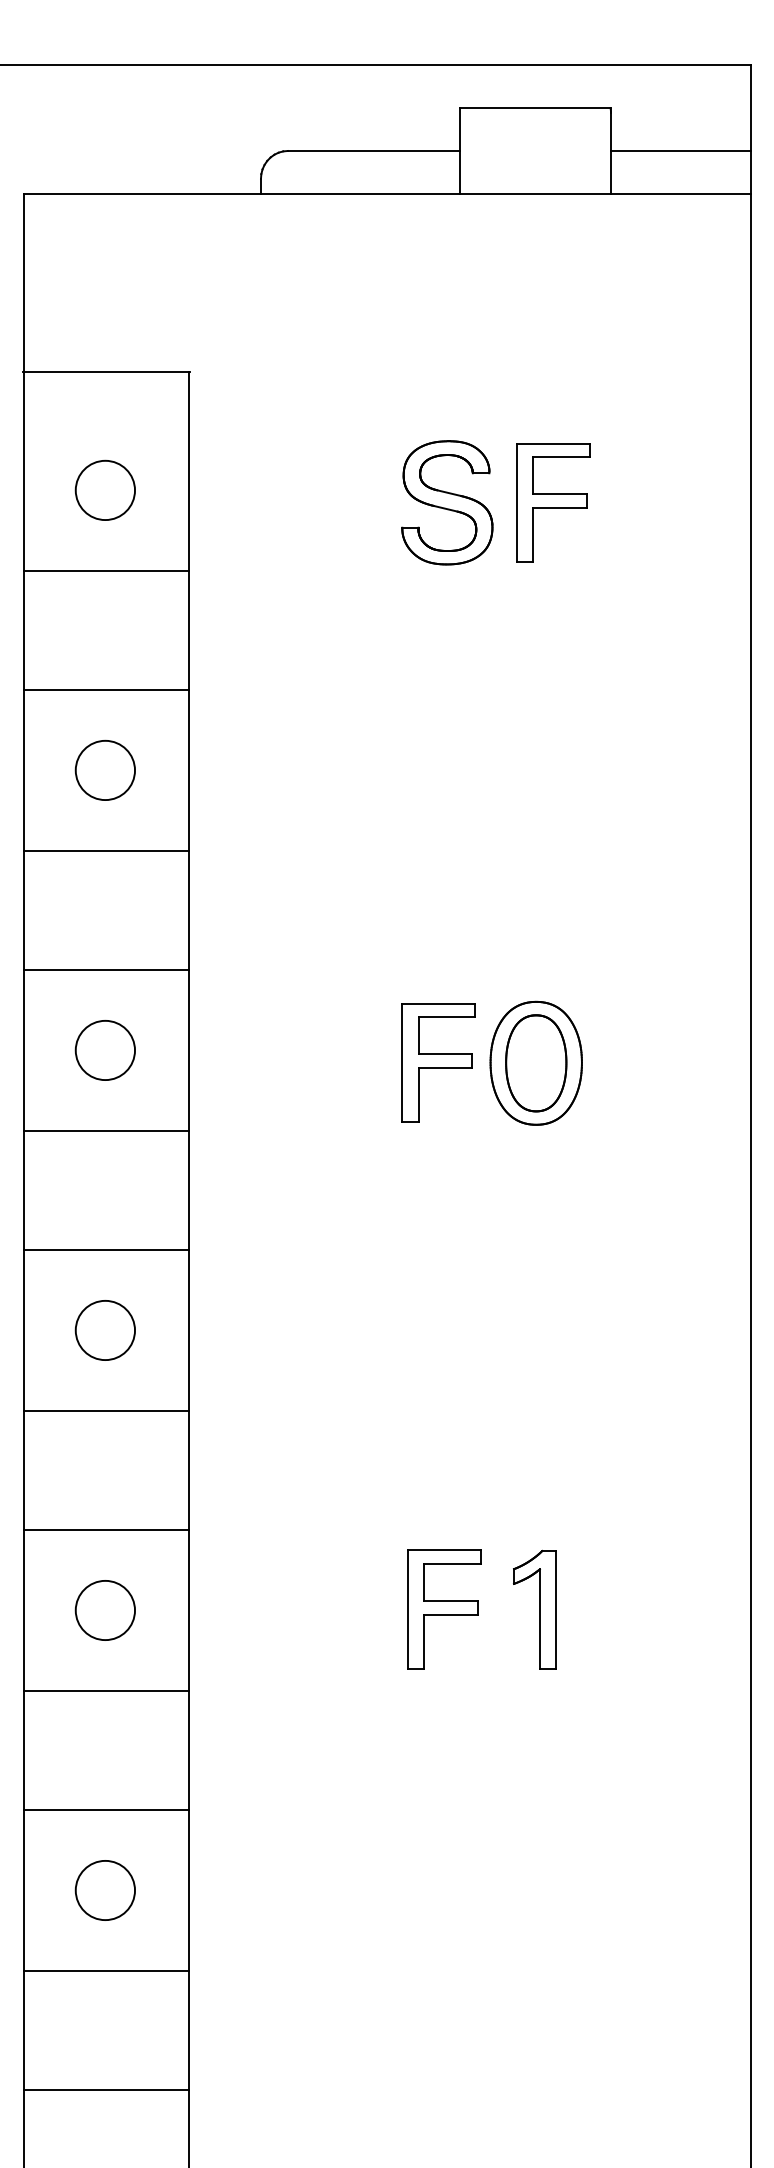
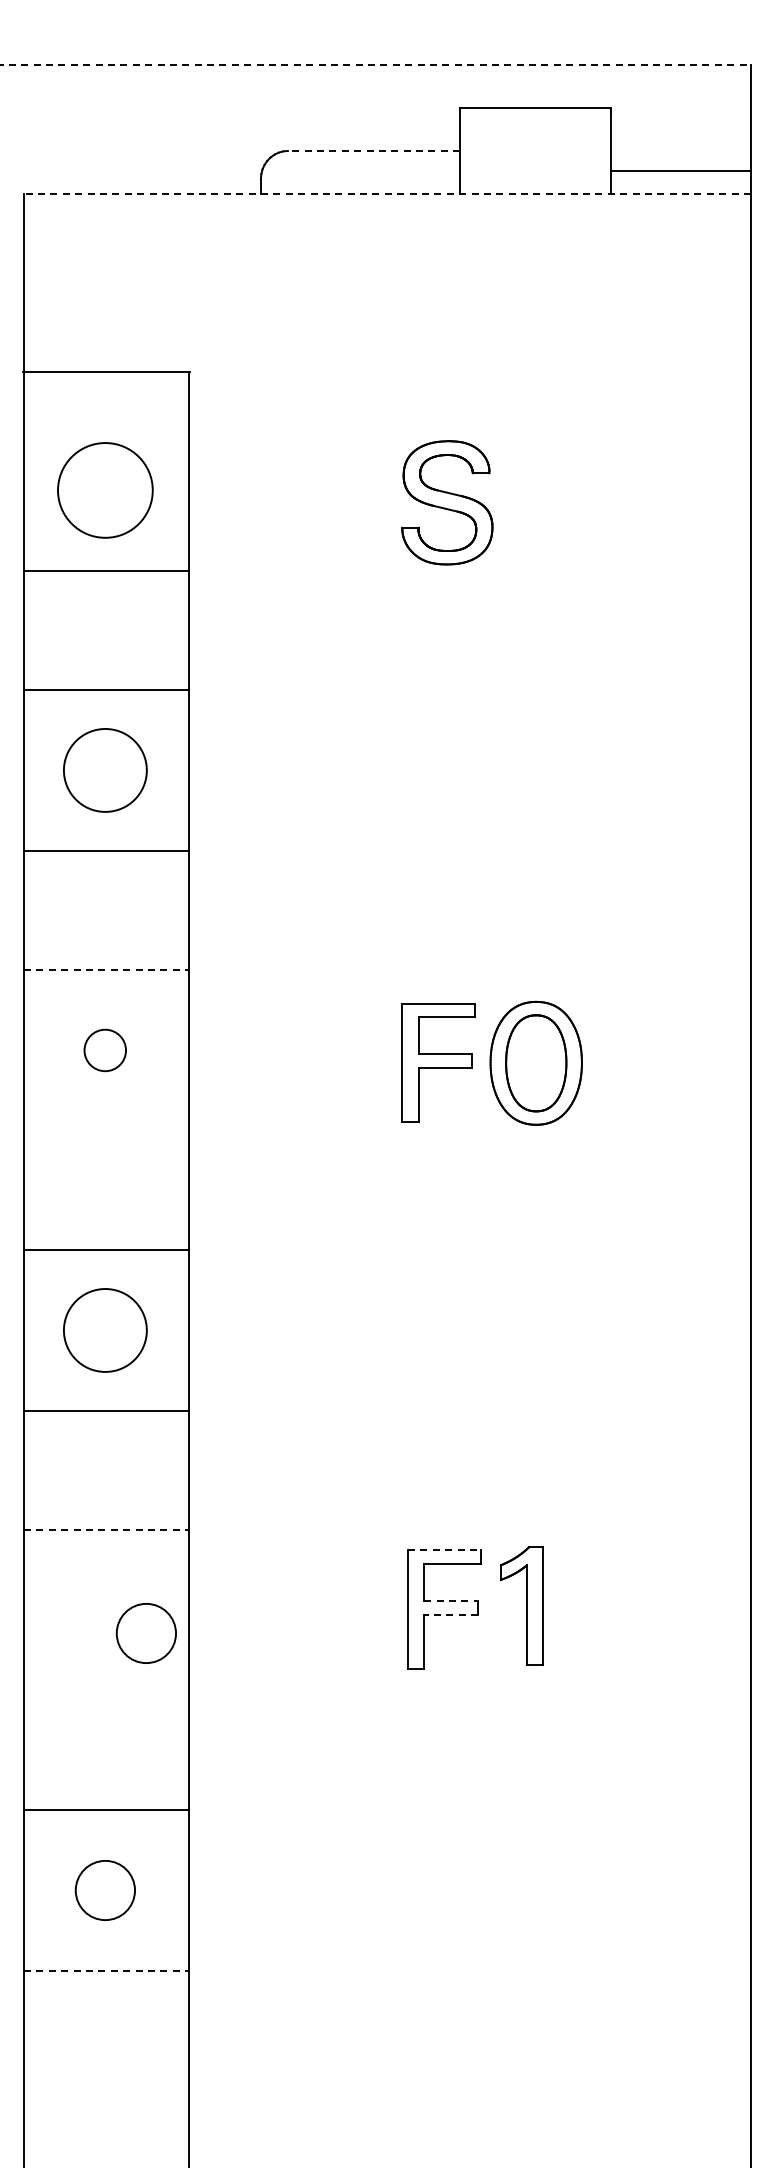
line at (376, 65): solid -> dashed
line at (373, 150): solid -> dashed
line at (680, 150) position: (680, 150) -> (680, 170)
line at (387, 194): solid -> dashed
circle at (105, 490) diameter: 59 px -> 95 px
part at (553, 502): present -> none
circle at (105, 770) diameter: 59 px -> 83 px
line at (106, 969): solid -> dashed
circle at (104, 1050) size: 62x61 px -> 44x45 px
line at (106, 1131): present -> none
circle at (105, 1330) diameter: 59 px -> 83 px
line at (106, 1529): solid -> dashed
line at (445, 1550): solid -> dashed
line at (451, 1601): solid -> dashed
part at (534, 1609) position: (534, 1609) -> (521, 1605)
circle at (104, 1610) position: (104, 1610) -> (145, 1633)
line at (451, 1614): solid -> dashed
line at (106, 1691): present -> none
line at (106, 1971): solid -> dashed
line at (106, 2089): present -> none
